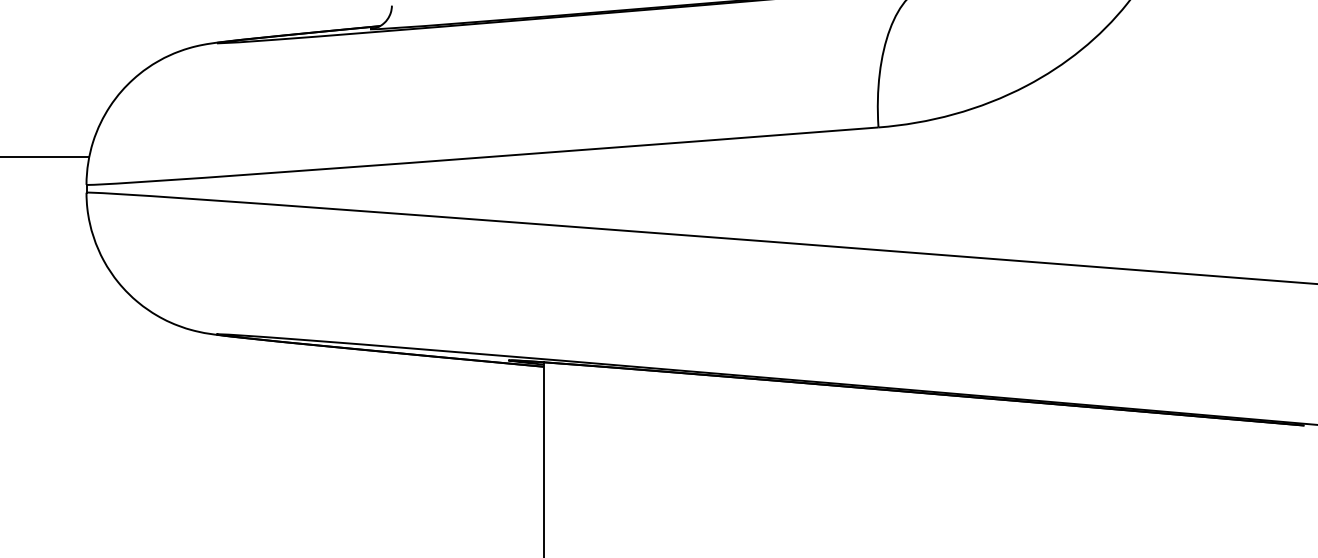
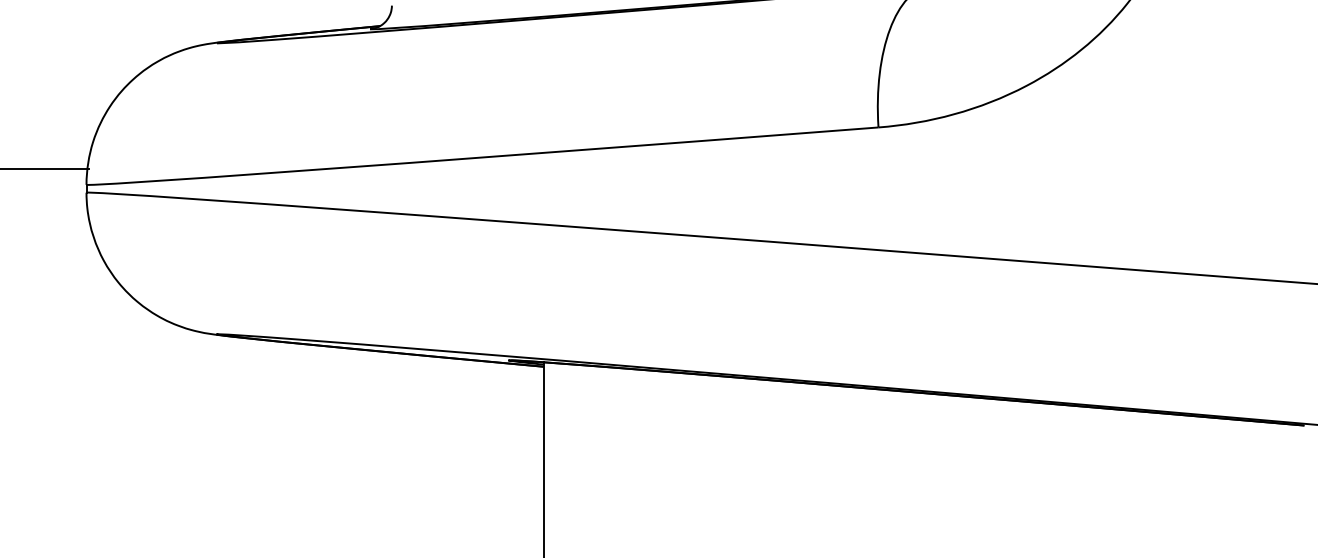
line at (45, 156) position: (45, 156) -> (45, 168)
